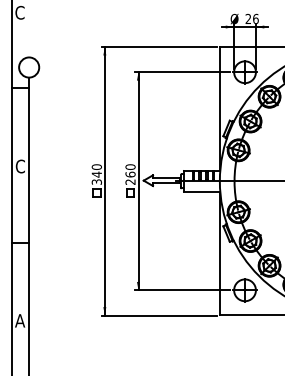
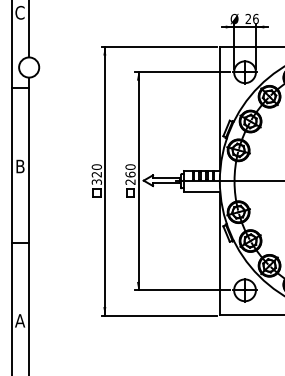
line at (29, 29): none -> present
text at (19, 166): C -> B
text at (96, 174): 340 -> 320
